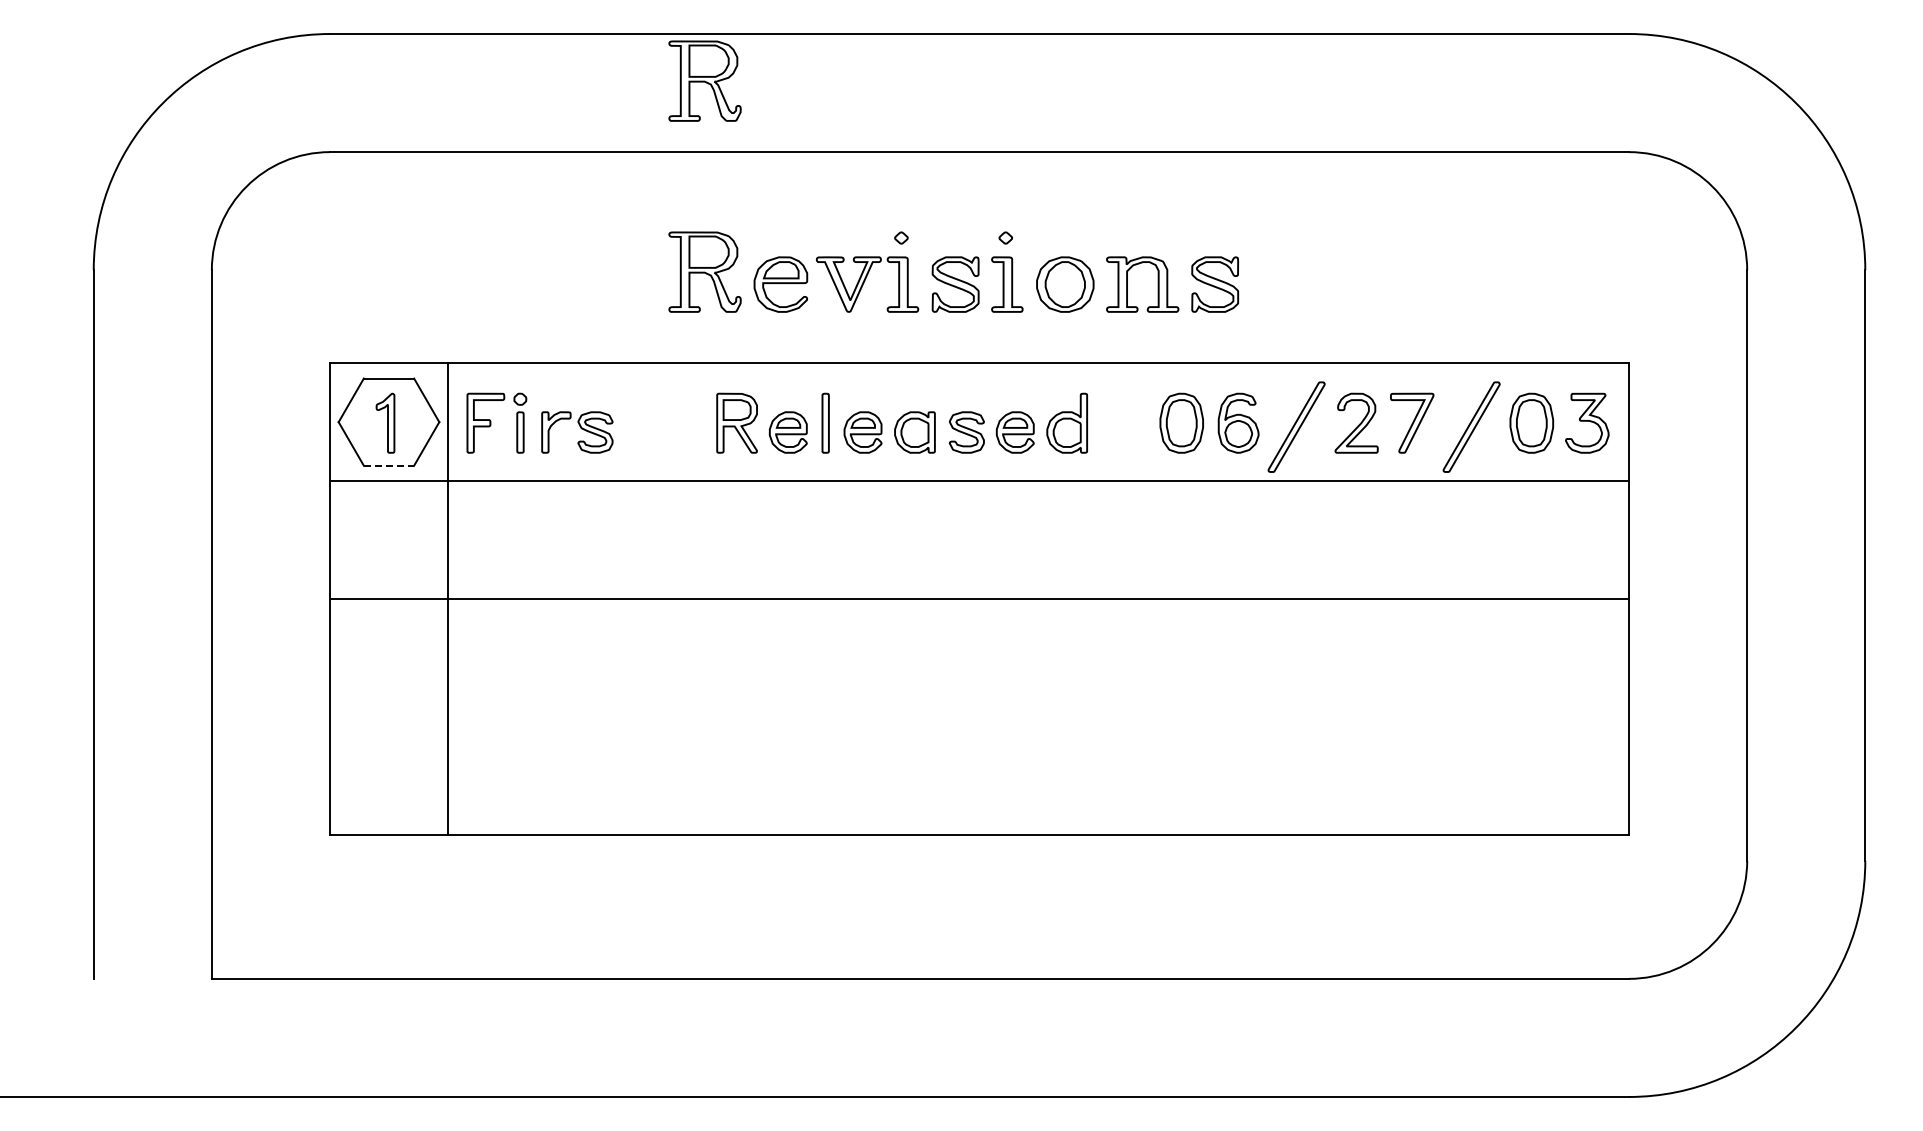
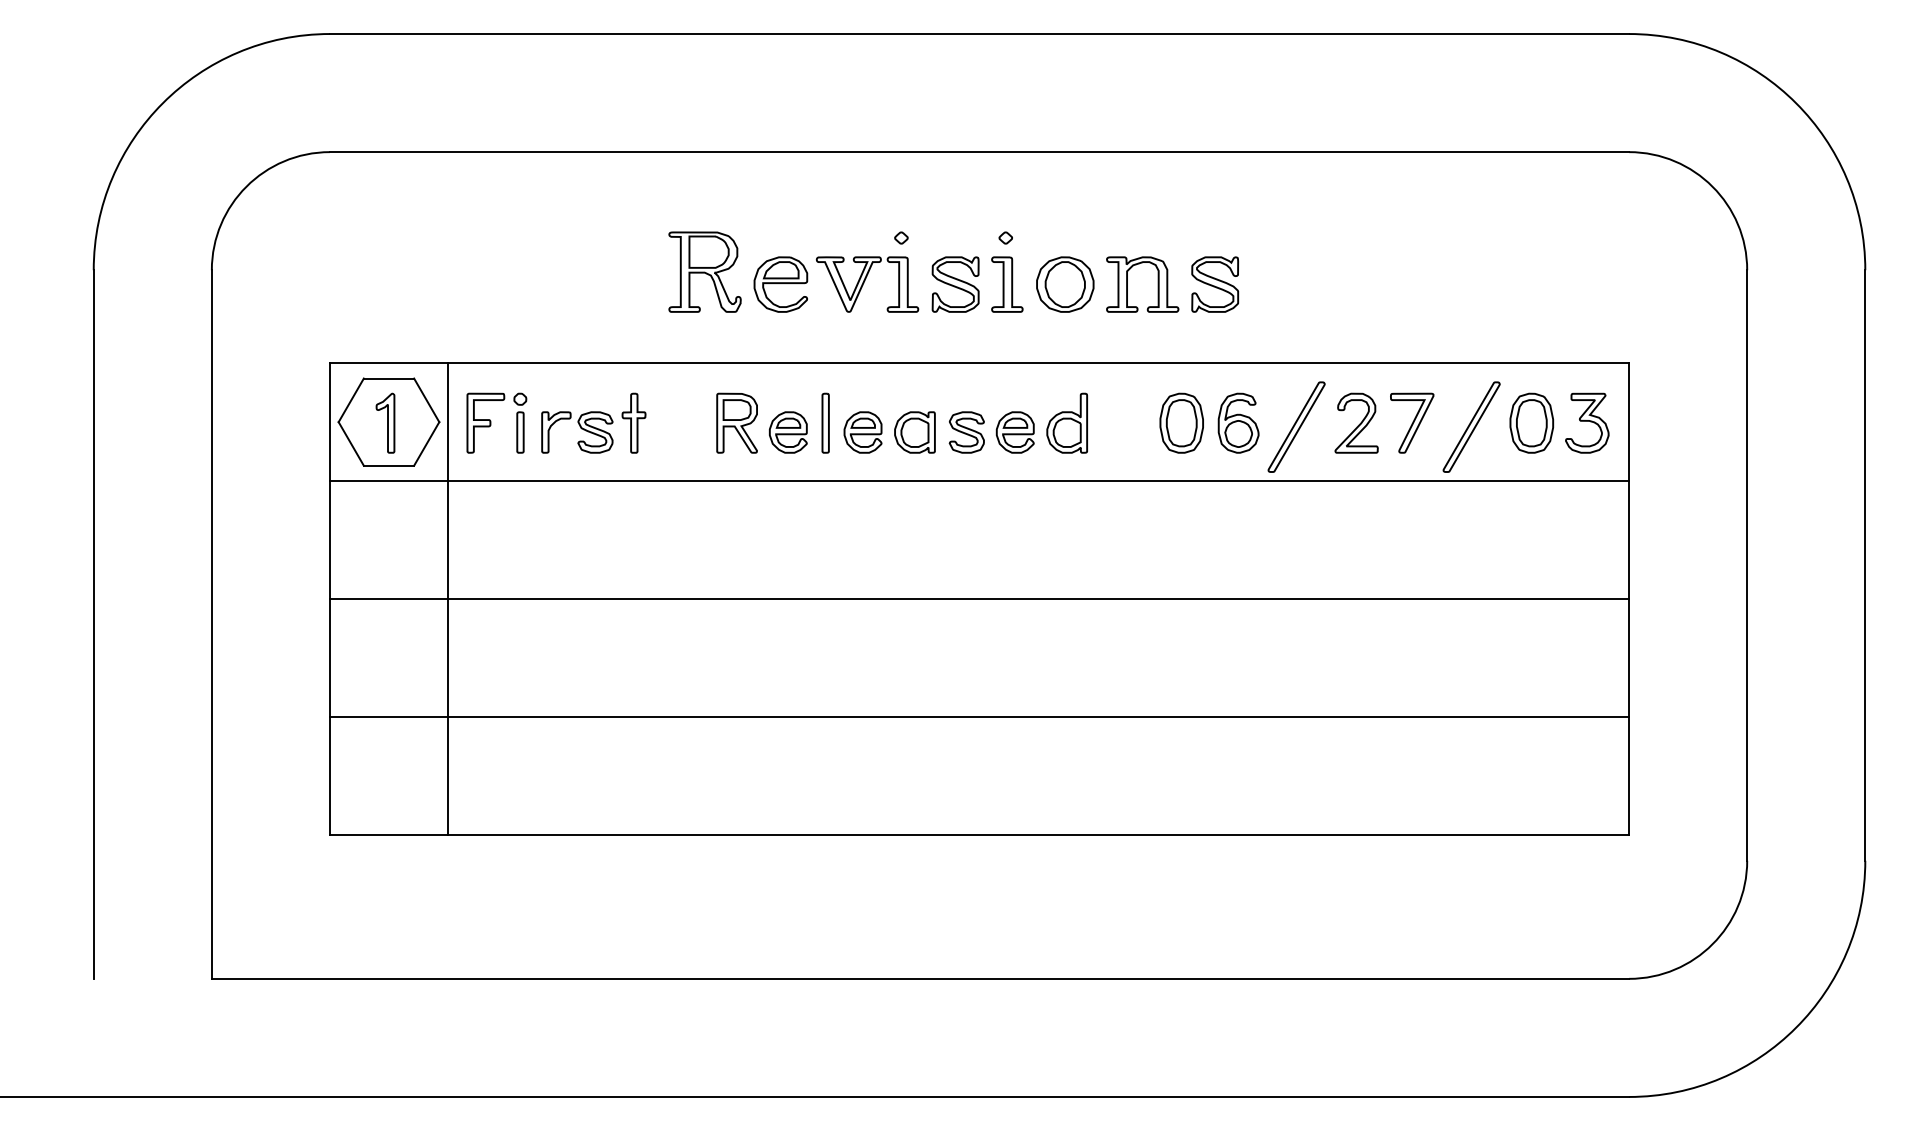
part at (704, 80): present -> none
part at (633, 422): none -> present
line at (389, 465): dashed -> solid
line at (979, 717): none -> present
